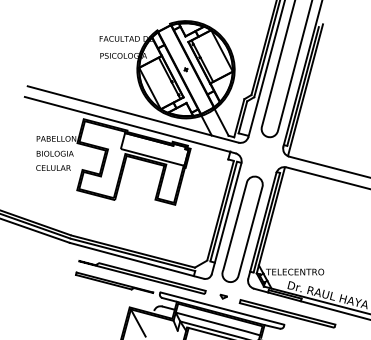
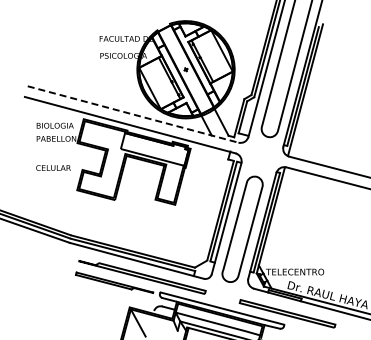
line at (133, 114): solid -> dashed
text at (54, 153) position: (54, 153) -> (54, 125)
part at (223, 296): present -> none
